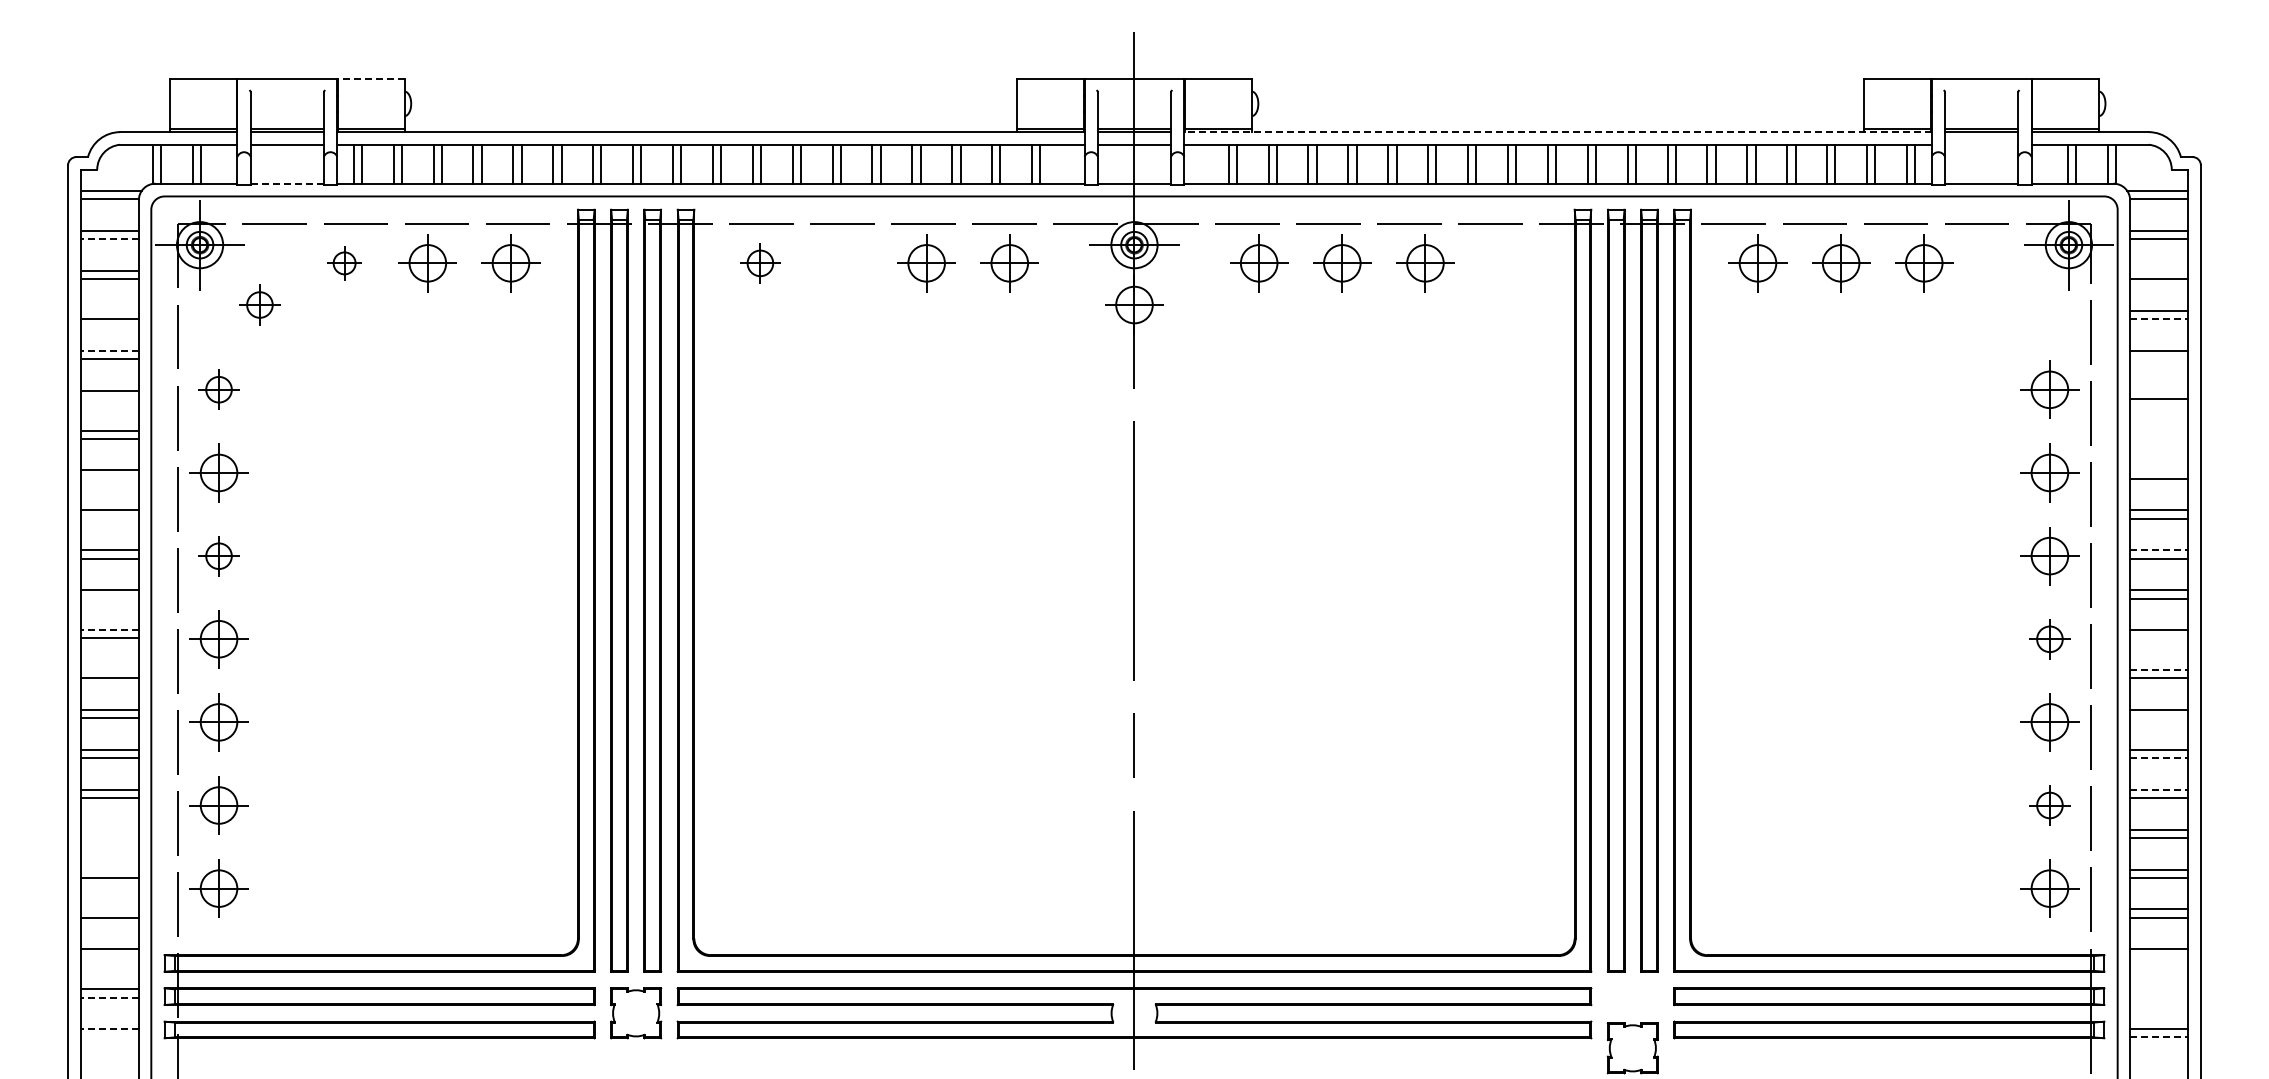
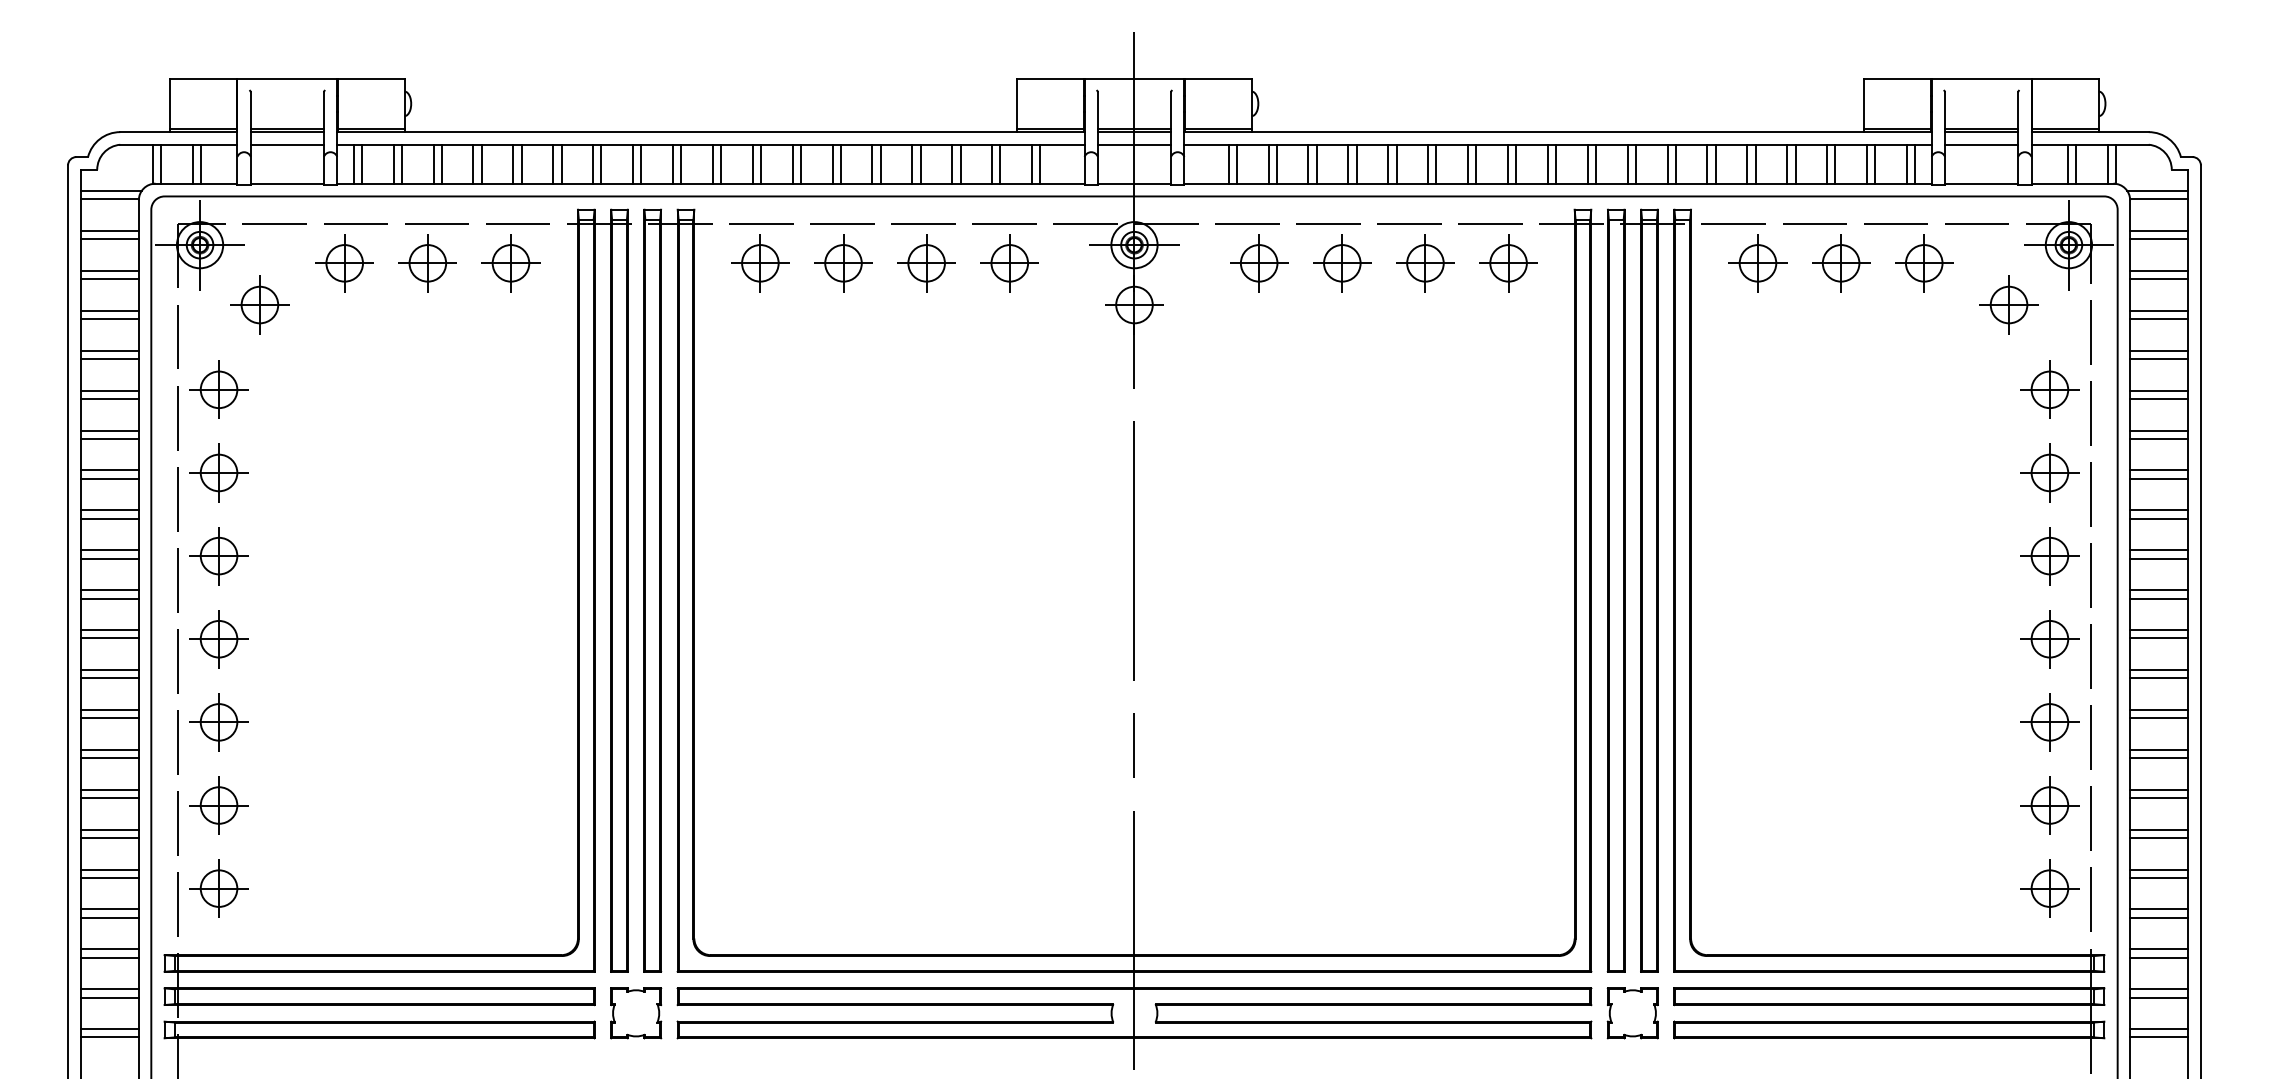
line at (370, 78): dashed -> solid
line at (1558, 132): dashed -> solid
line at (1981, 144): none -> present
line at (287, 183): dashed -> solid
line at (109, 239): dashed -> solid
part at (344, 263) size: 35x35 px -> 59x59 px
part at (760, 263) size: 41x41 px -> 59x59 px
part at (843, 263): none -> present
part at (1508, 263): none -> present
line at (2159, 270): none -> present
part at (259, 304) size: 42x42 px -> 60x60 px
part at (2008, 304): none -> present
line at (109, 310): none -> present
line at (2159, 319): dashed -> solid
line at (109, 350): dashed -> solid
line at (2159, 359): none -> present
part at (218, 389) size: 42x41 px -> 60x59 px
line at (2159, 390): none -> present
line at (109, 398): none -> present
line at (2159, 430): none -> present
line at (2159, 438): none -> present
line at (2159, 470): none -> present
line at (109, 478): none -> present
line at (109, 518): none -> present
line at (2159, 550): dashed -> solid
part at (218, 556) size: 42x41 px -> 60x59 px
line at (109, 598): none -> present
line at (109, 630): dashed -> solid
line at (2159, 638): none -> present
part at (2049, 639) size: 42x41 px -> 60x59 px
line at (109, 670): none -> present
line at (2159, 670): dashed -> solid
line at (2159, 718): none -> present
line at (2159, 758): dashed -> solid
line at (2159, 789): dashed -> solid
part at (2049, 805) size: 42x41 px -> 60x59 px
line at (109, 829): none -> present
line at (109, 837): none -> present
line at (109, 869): none -> present
line at (109, 909): none -> present
line at (109, 957): none -> present
line at (2159, 957): none -> present
line at (2159, 989): none -> present
line at (109, 997): dashed -> solid
line at (2159, 997): none -> present
line at (109, 1029): dashed -> solid
line at (109, 1037): none -> present
line at (2159, 1037): dashed -> solid
part at (1632, 1048) position: (1632, 1048) -> (1632, 1013)
